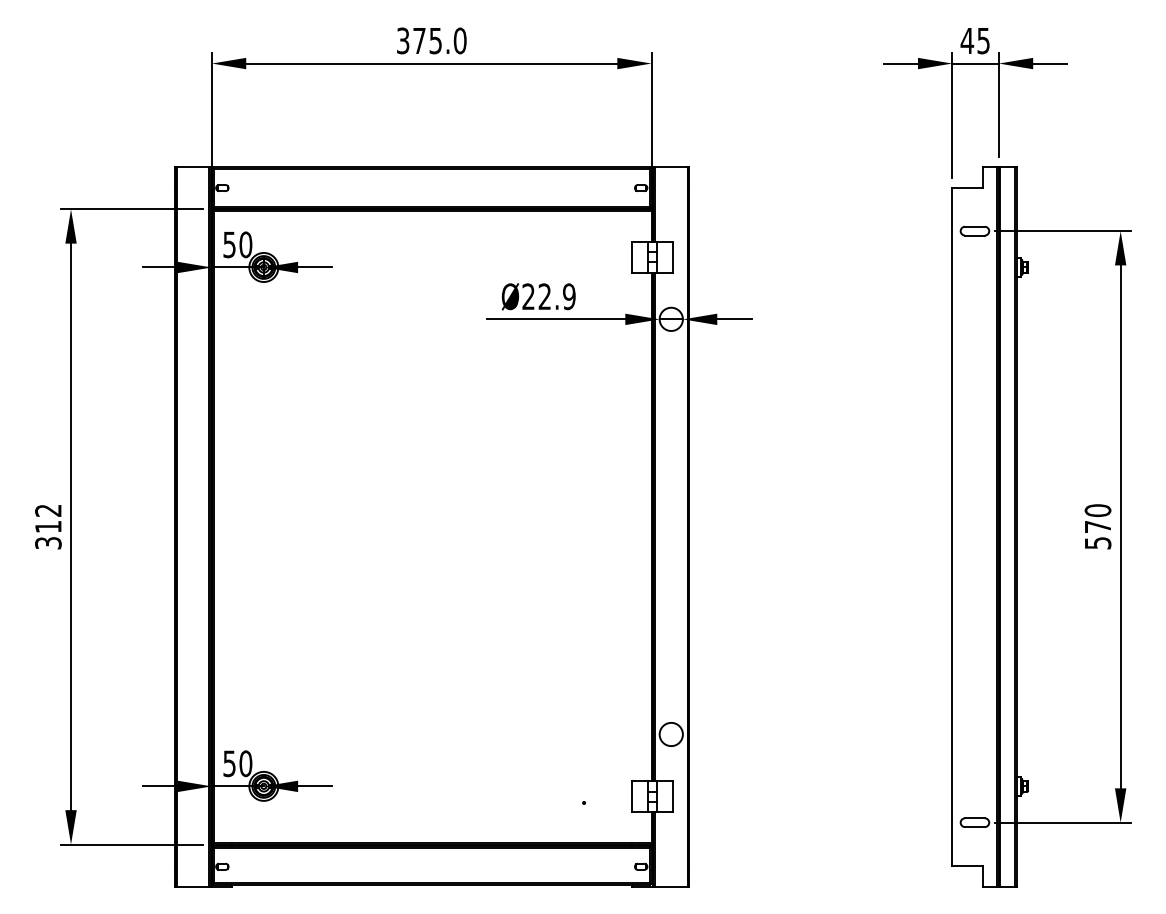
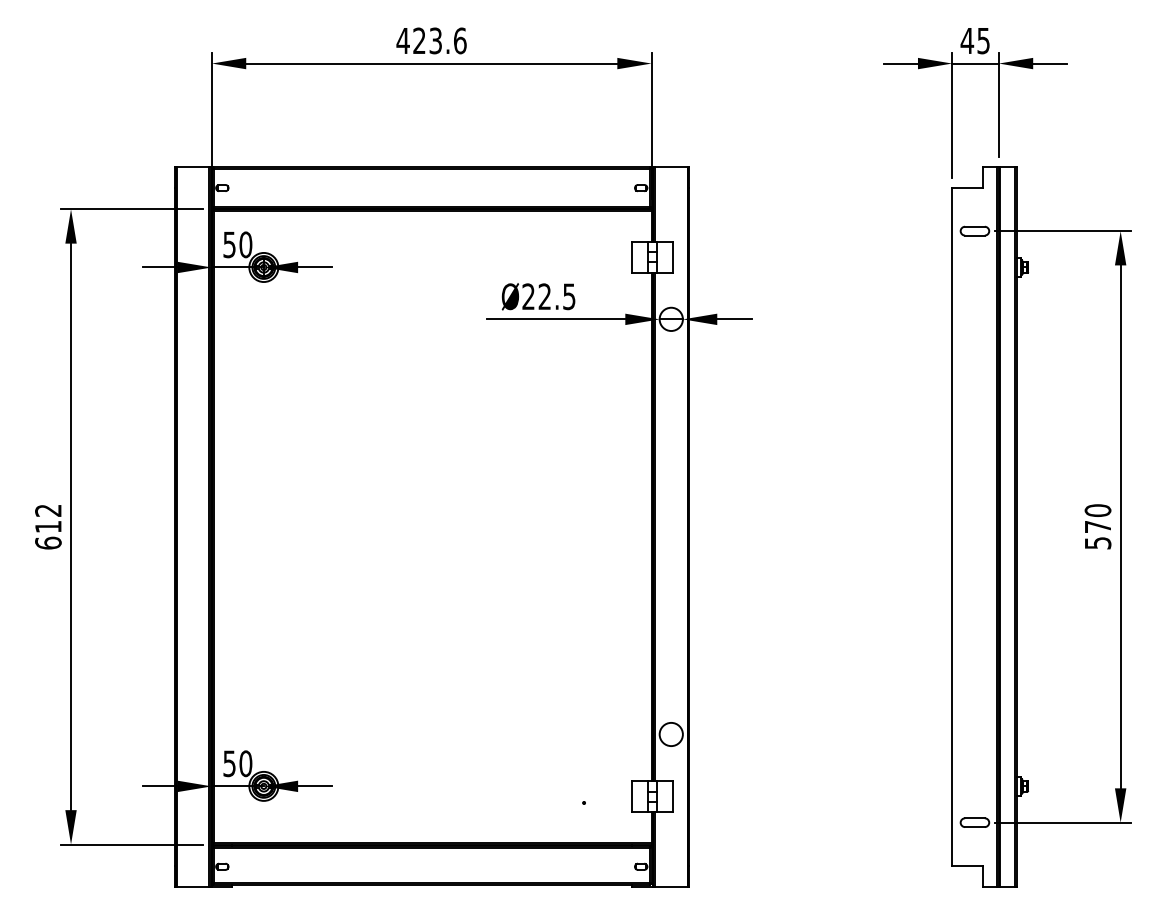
text at (431, 40): 375.0 -> 423.6
text at (569, 296): Ø22.9 -> Ø22.5
text at (48, 542): 312 -> 612
